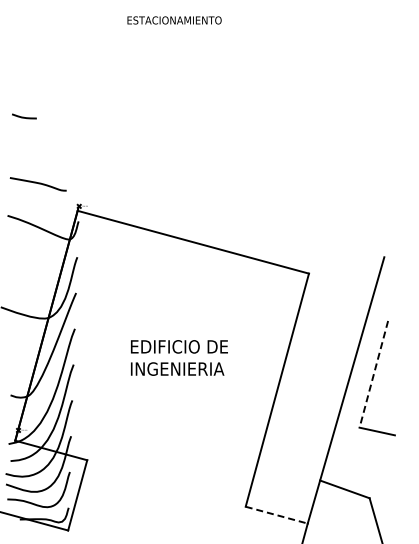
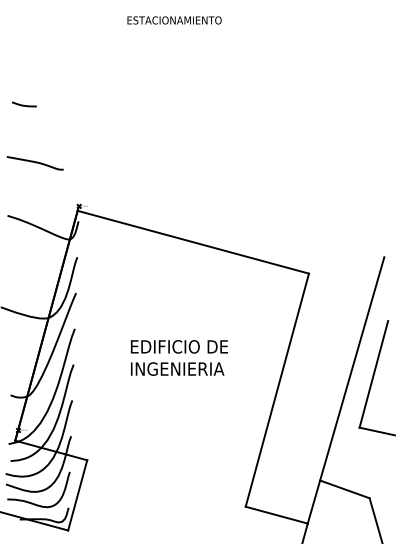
line at (23, 116) position: (23, 116) -> (23, 104)
curve at (37, 183) position: (37, 183) -> (34, 162)
line at (373, 374): dashed -> solid
line at (277, 515): dashed -> solid
